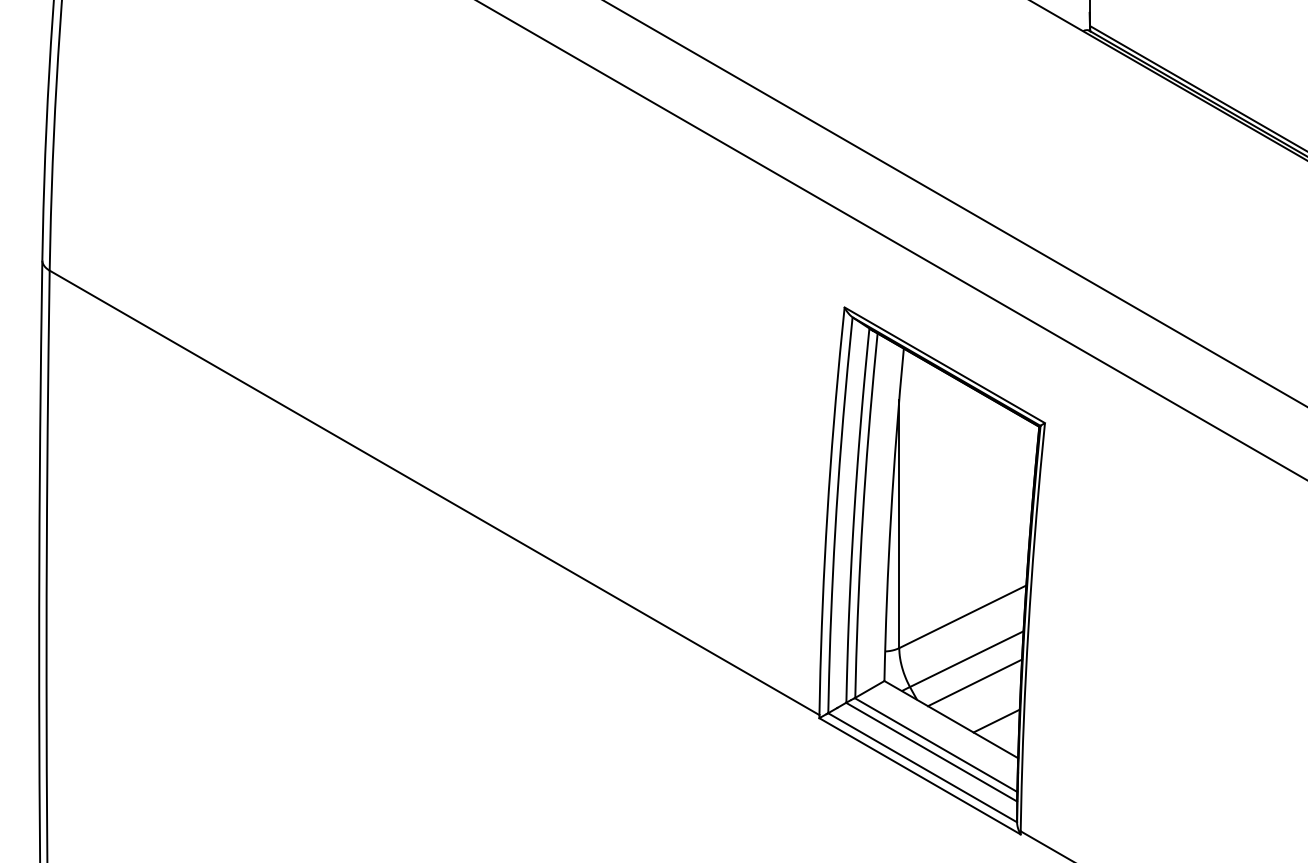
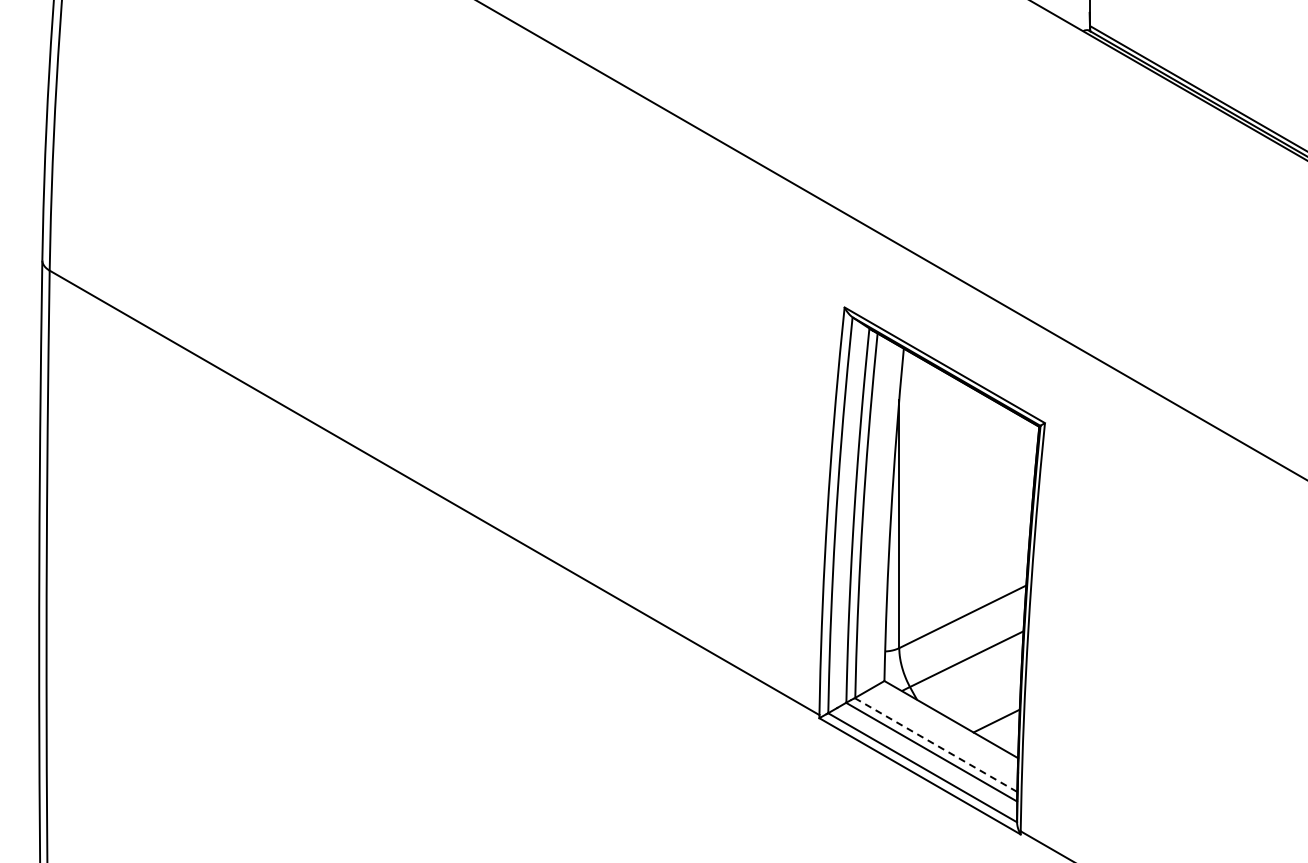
line at (955, 203): present -> none
line at (975, 682): present -> none
line at (936, 745): solid -> dashed
